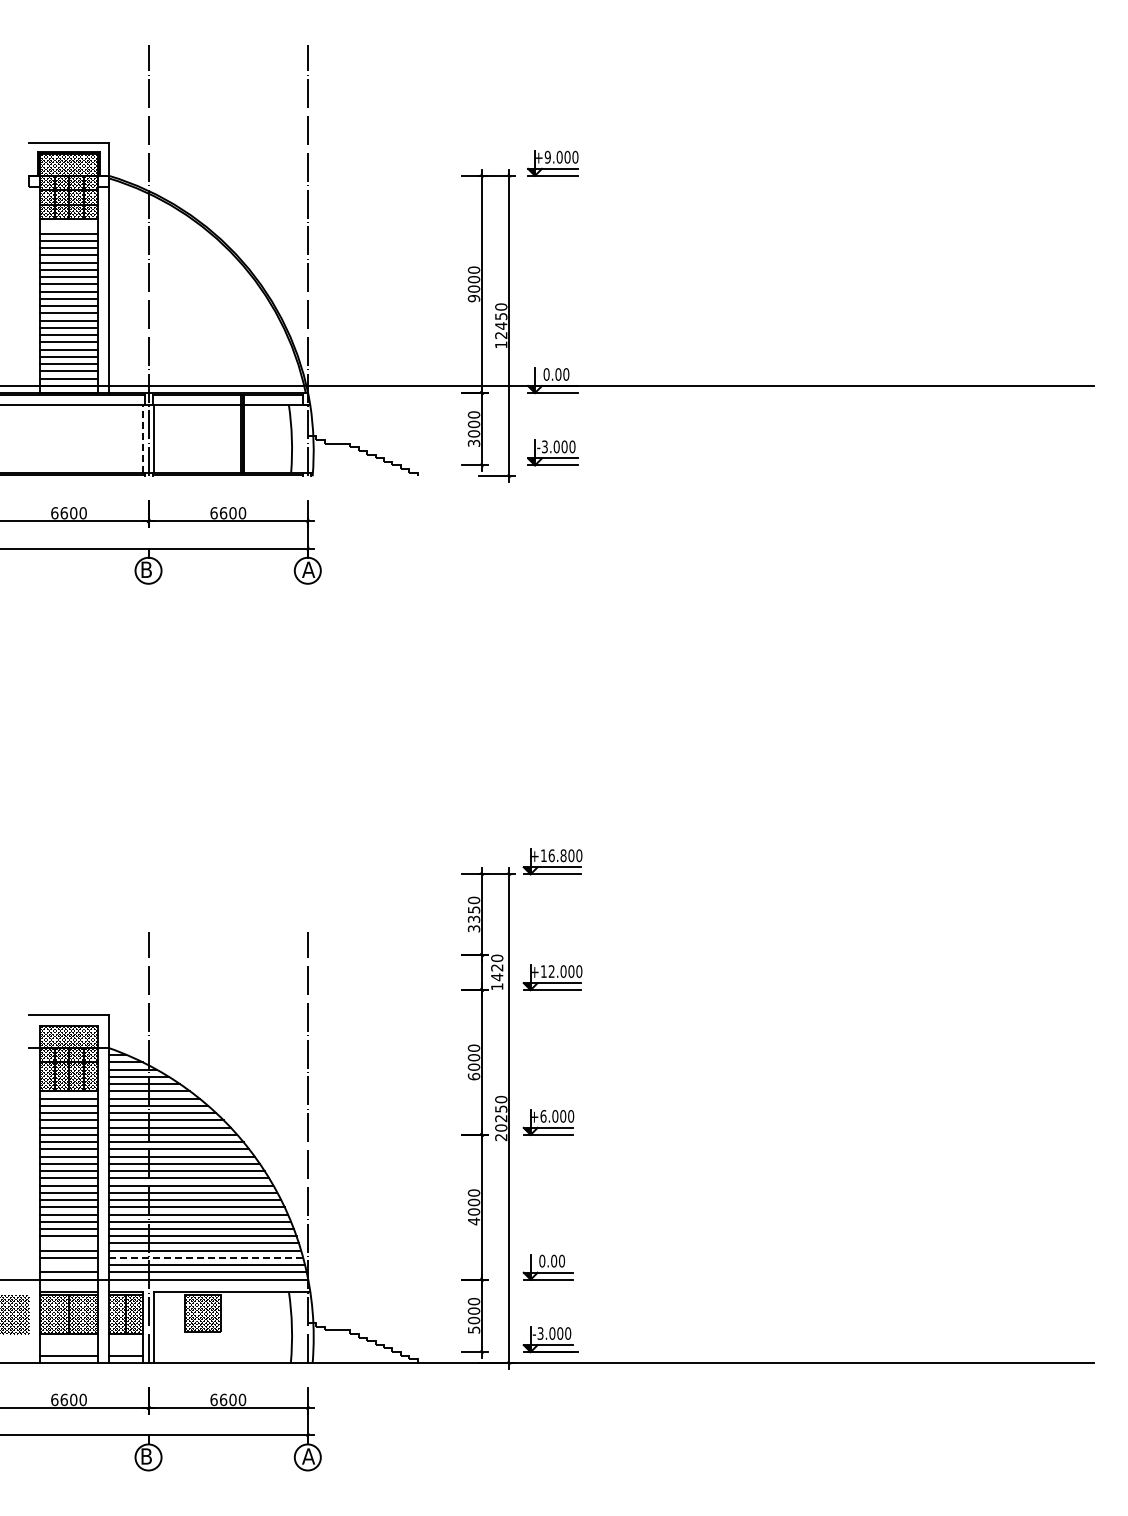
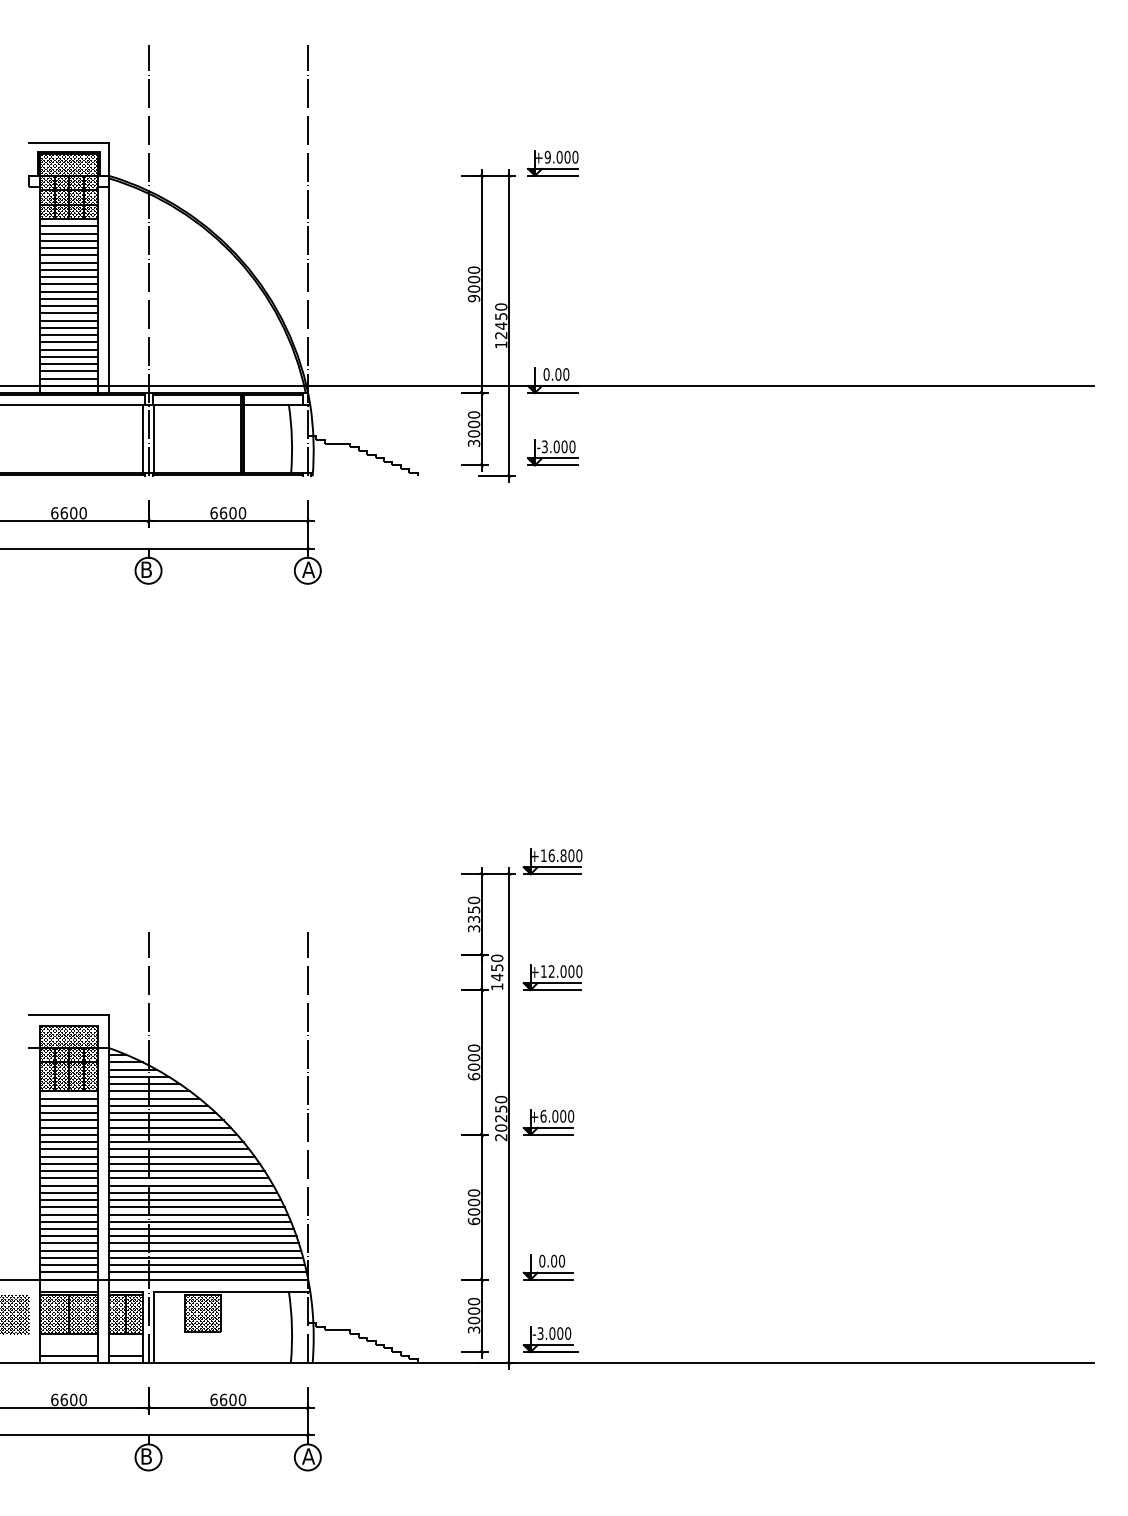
line at (69, 226): none -> present
line at (143, 438): dashed -> solid
text at (497, 967): 1420 -> 1450
text at (473, 1221): 4000 -> 6000
line at (69, 1243): none -> present
line at (205, 1257): dashed -> solid
line at (69, 1265): none -> present
text at (473, 1329): 5000 -> 3000
